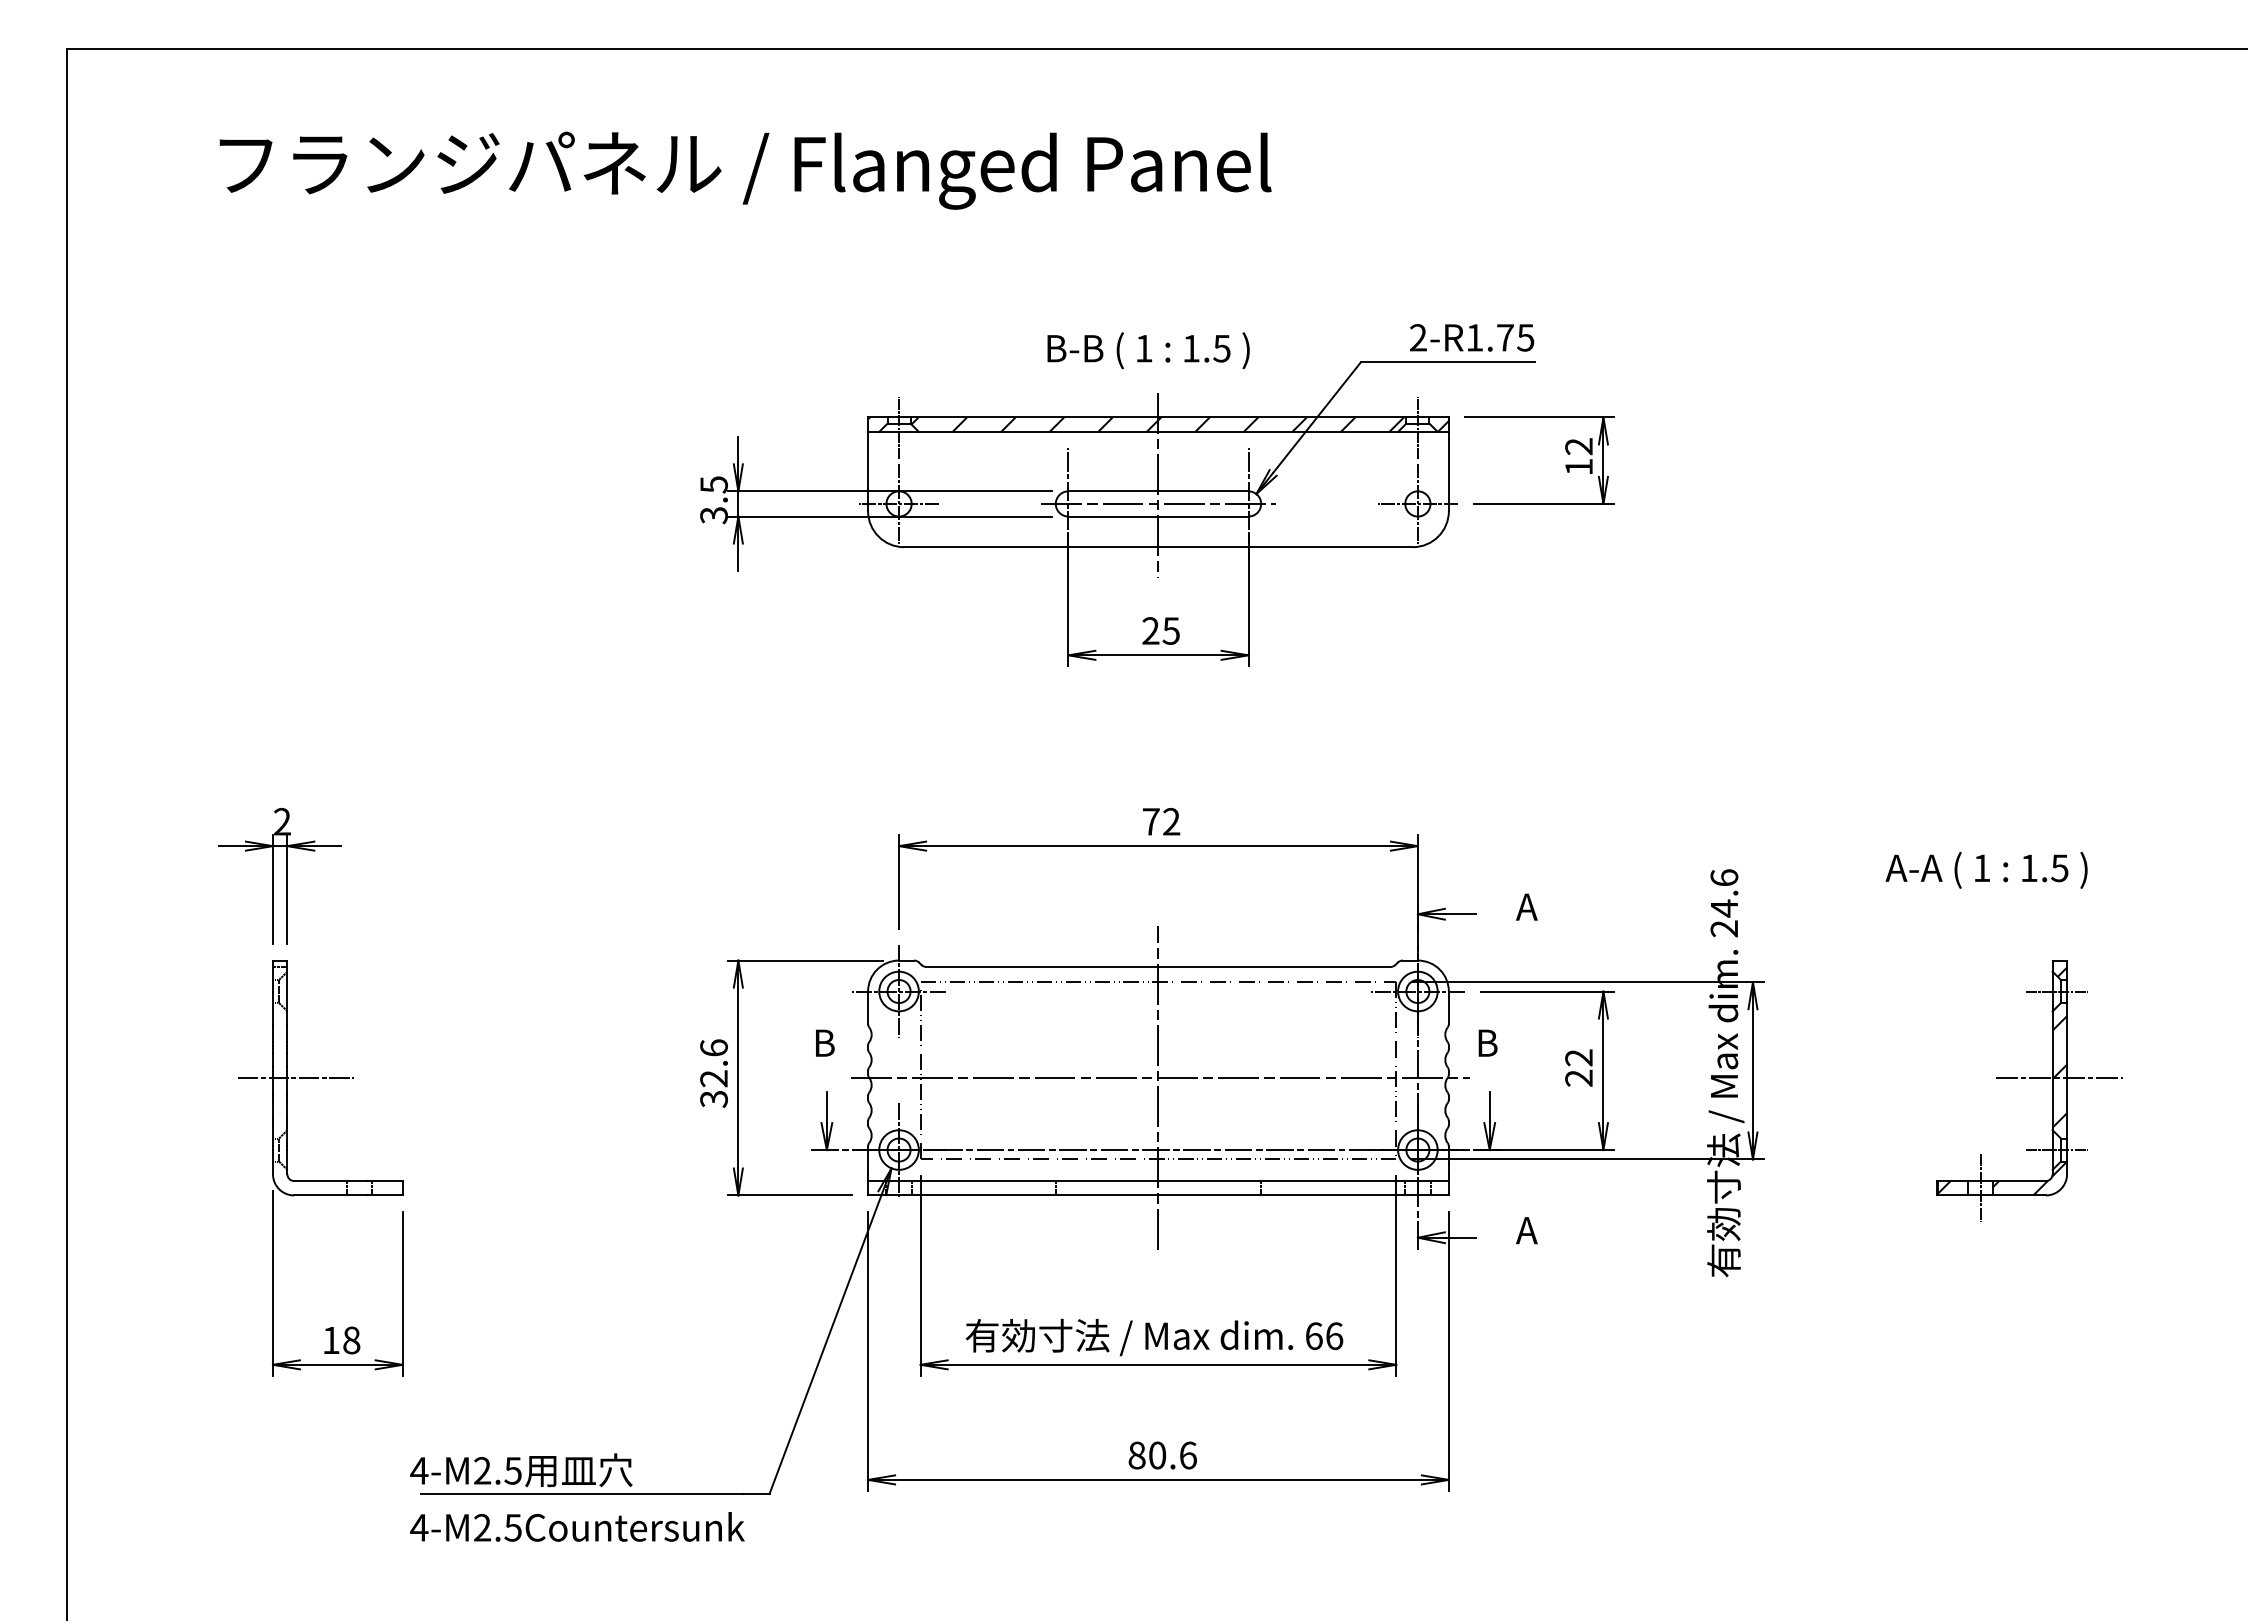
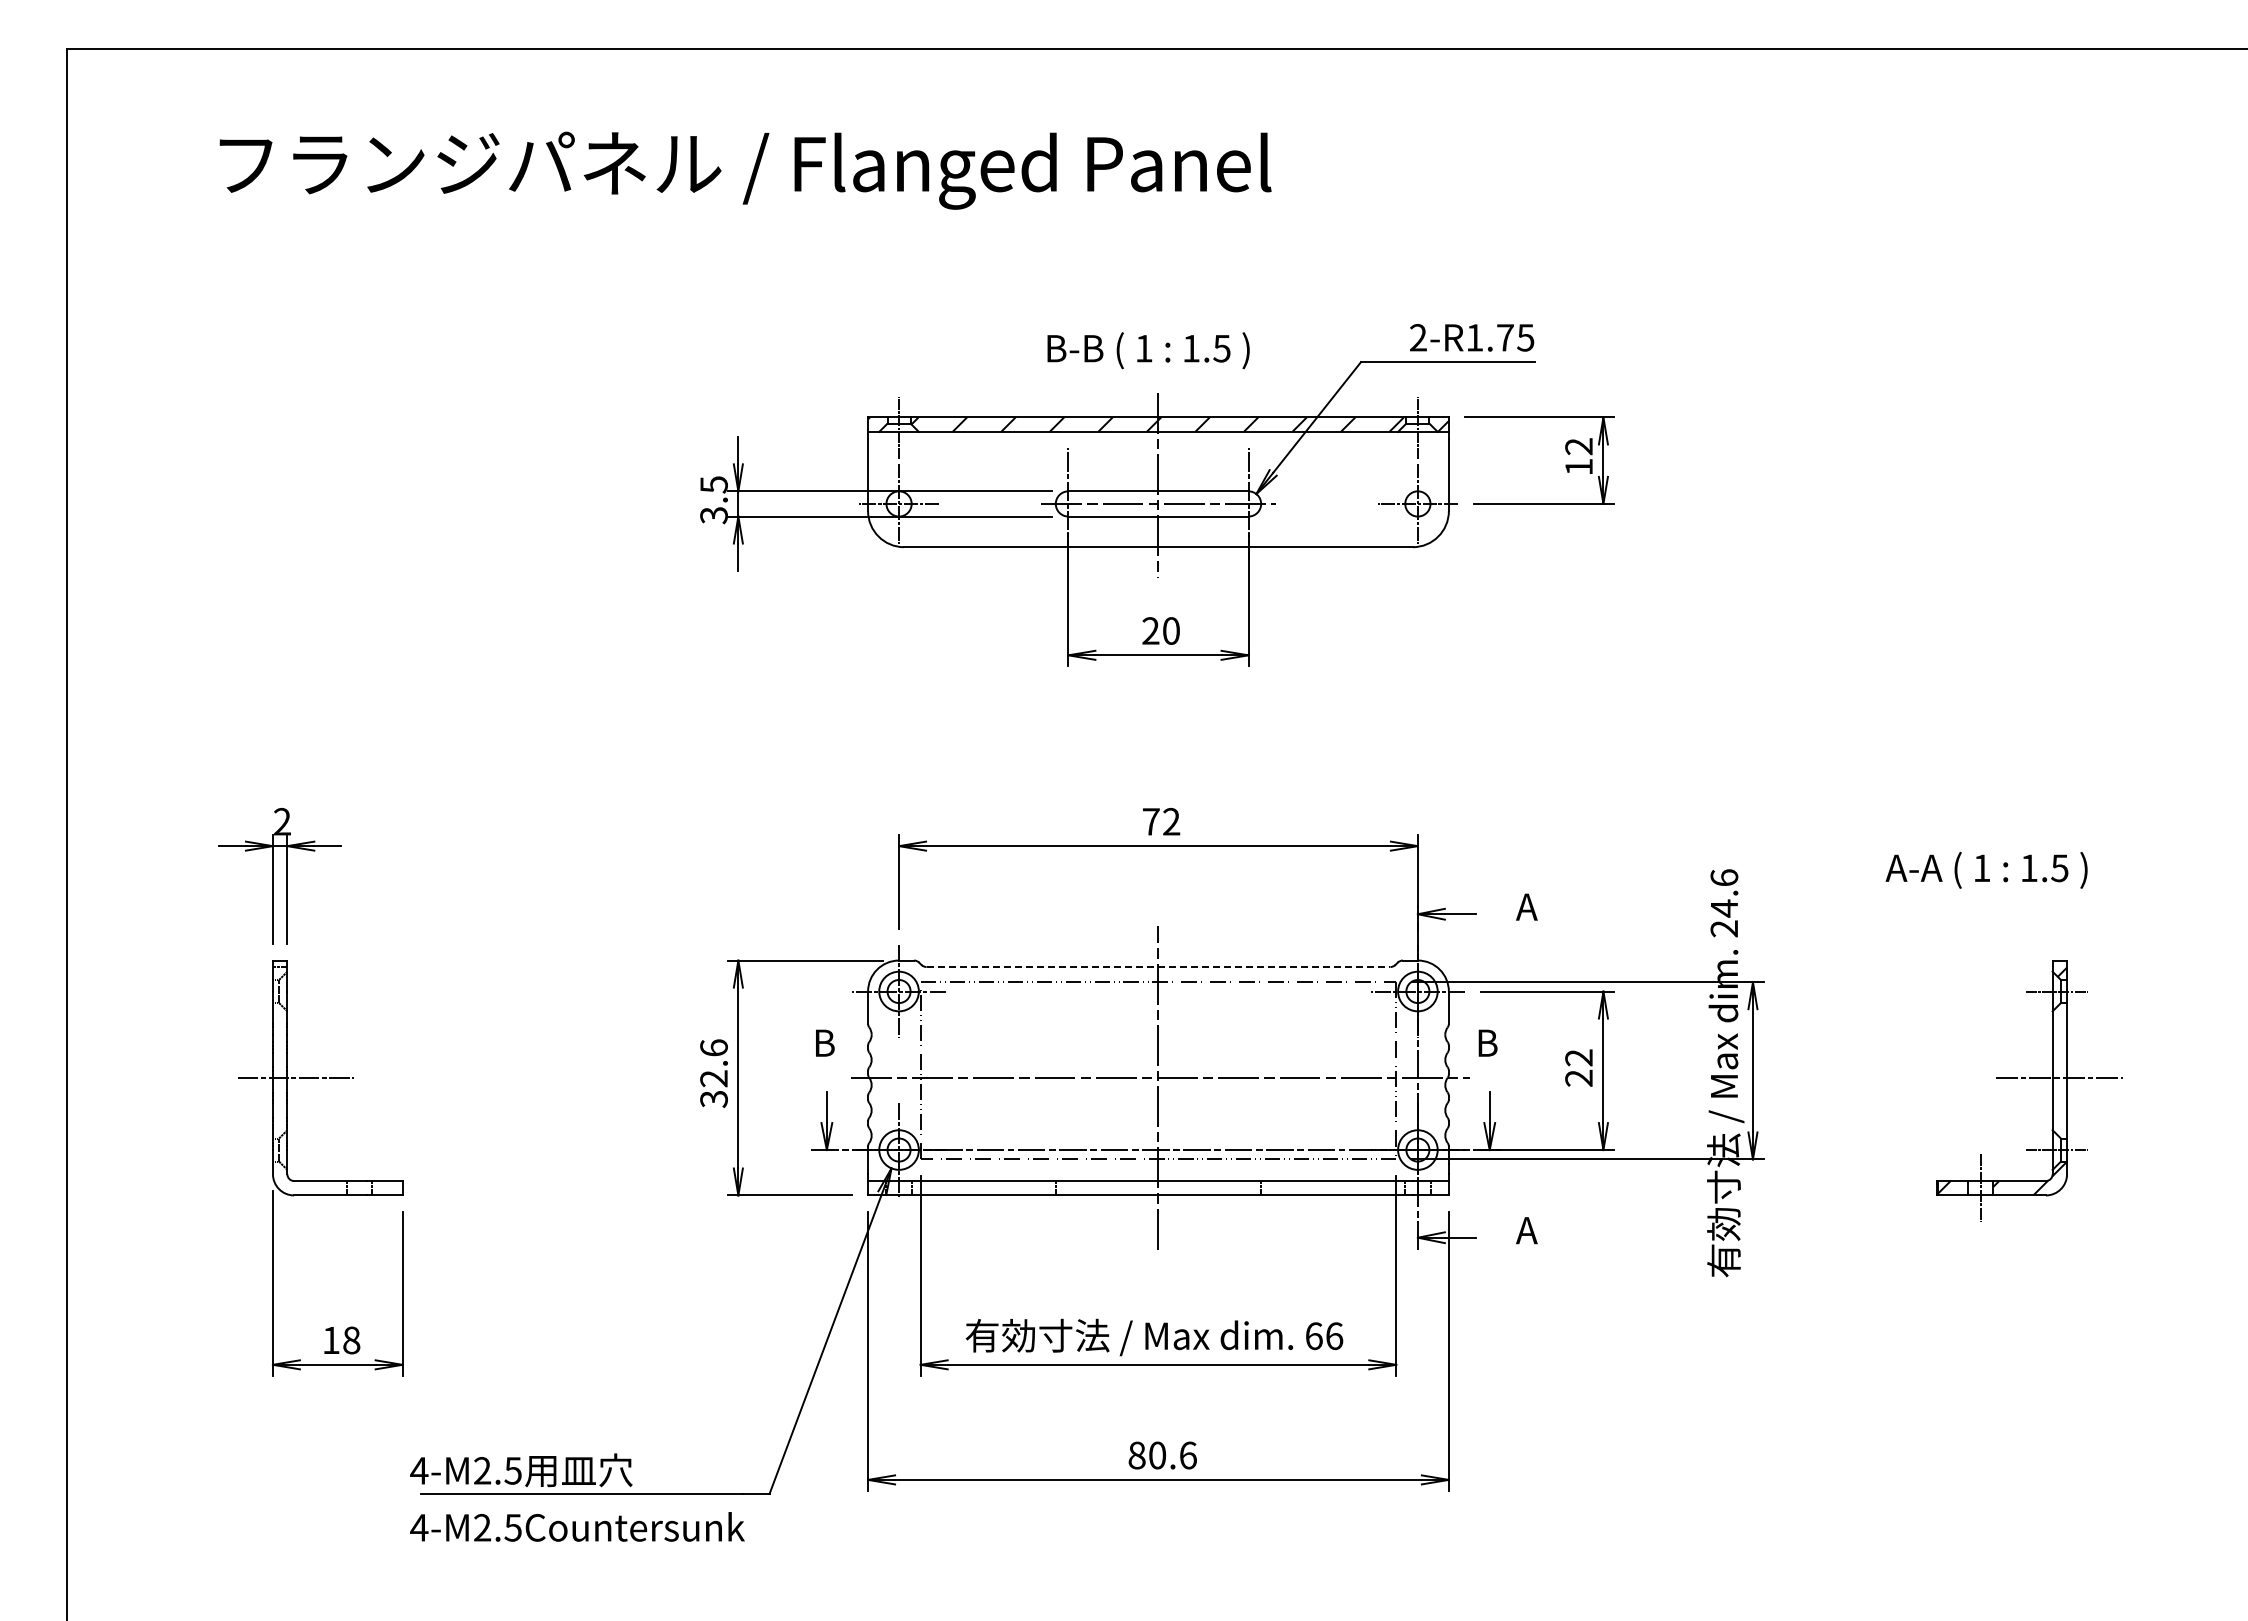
text at (1170, 630): 25 -> 20
line at (1158, 967): solid -> dashed
hatch at (2059, 1071): present -> none
